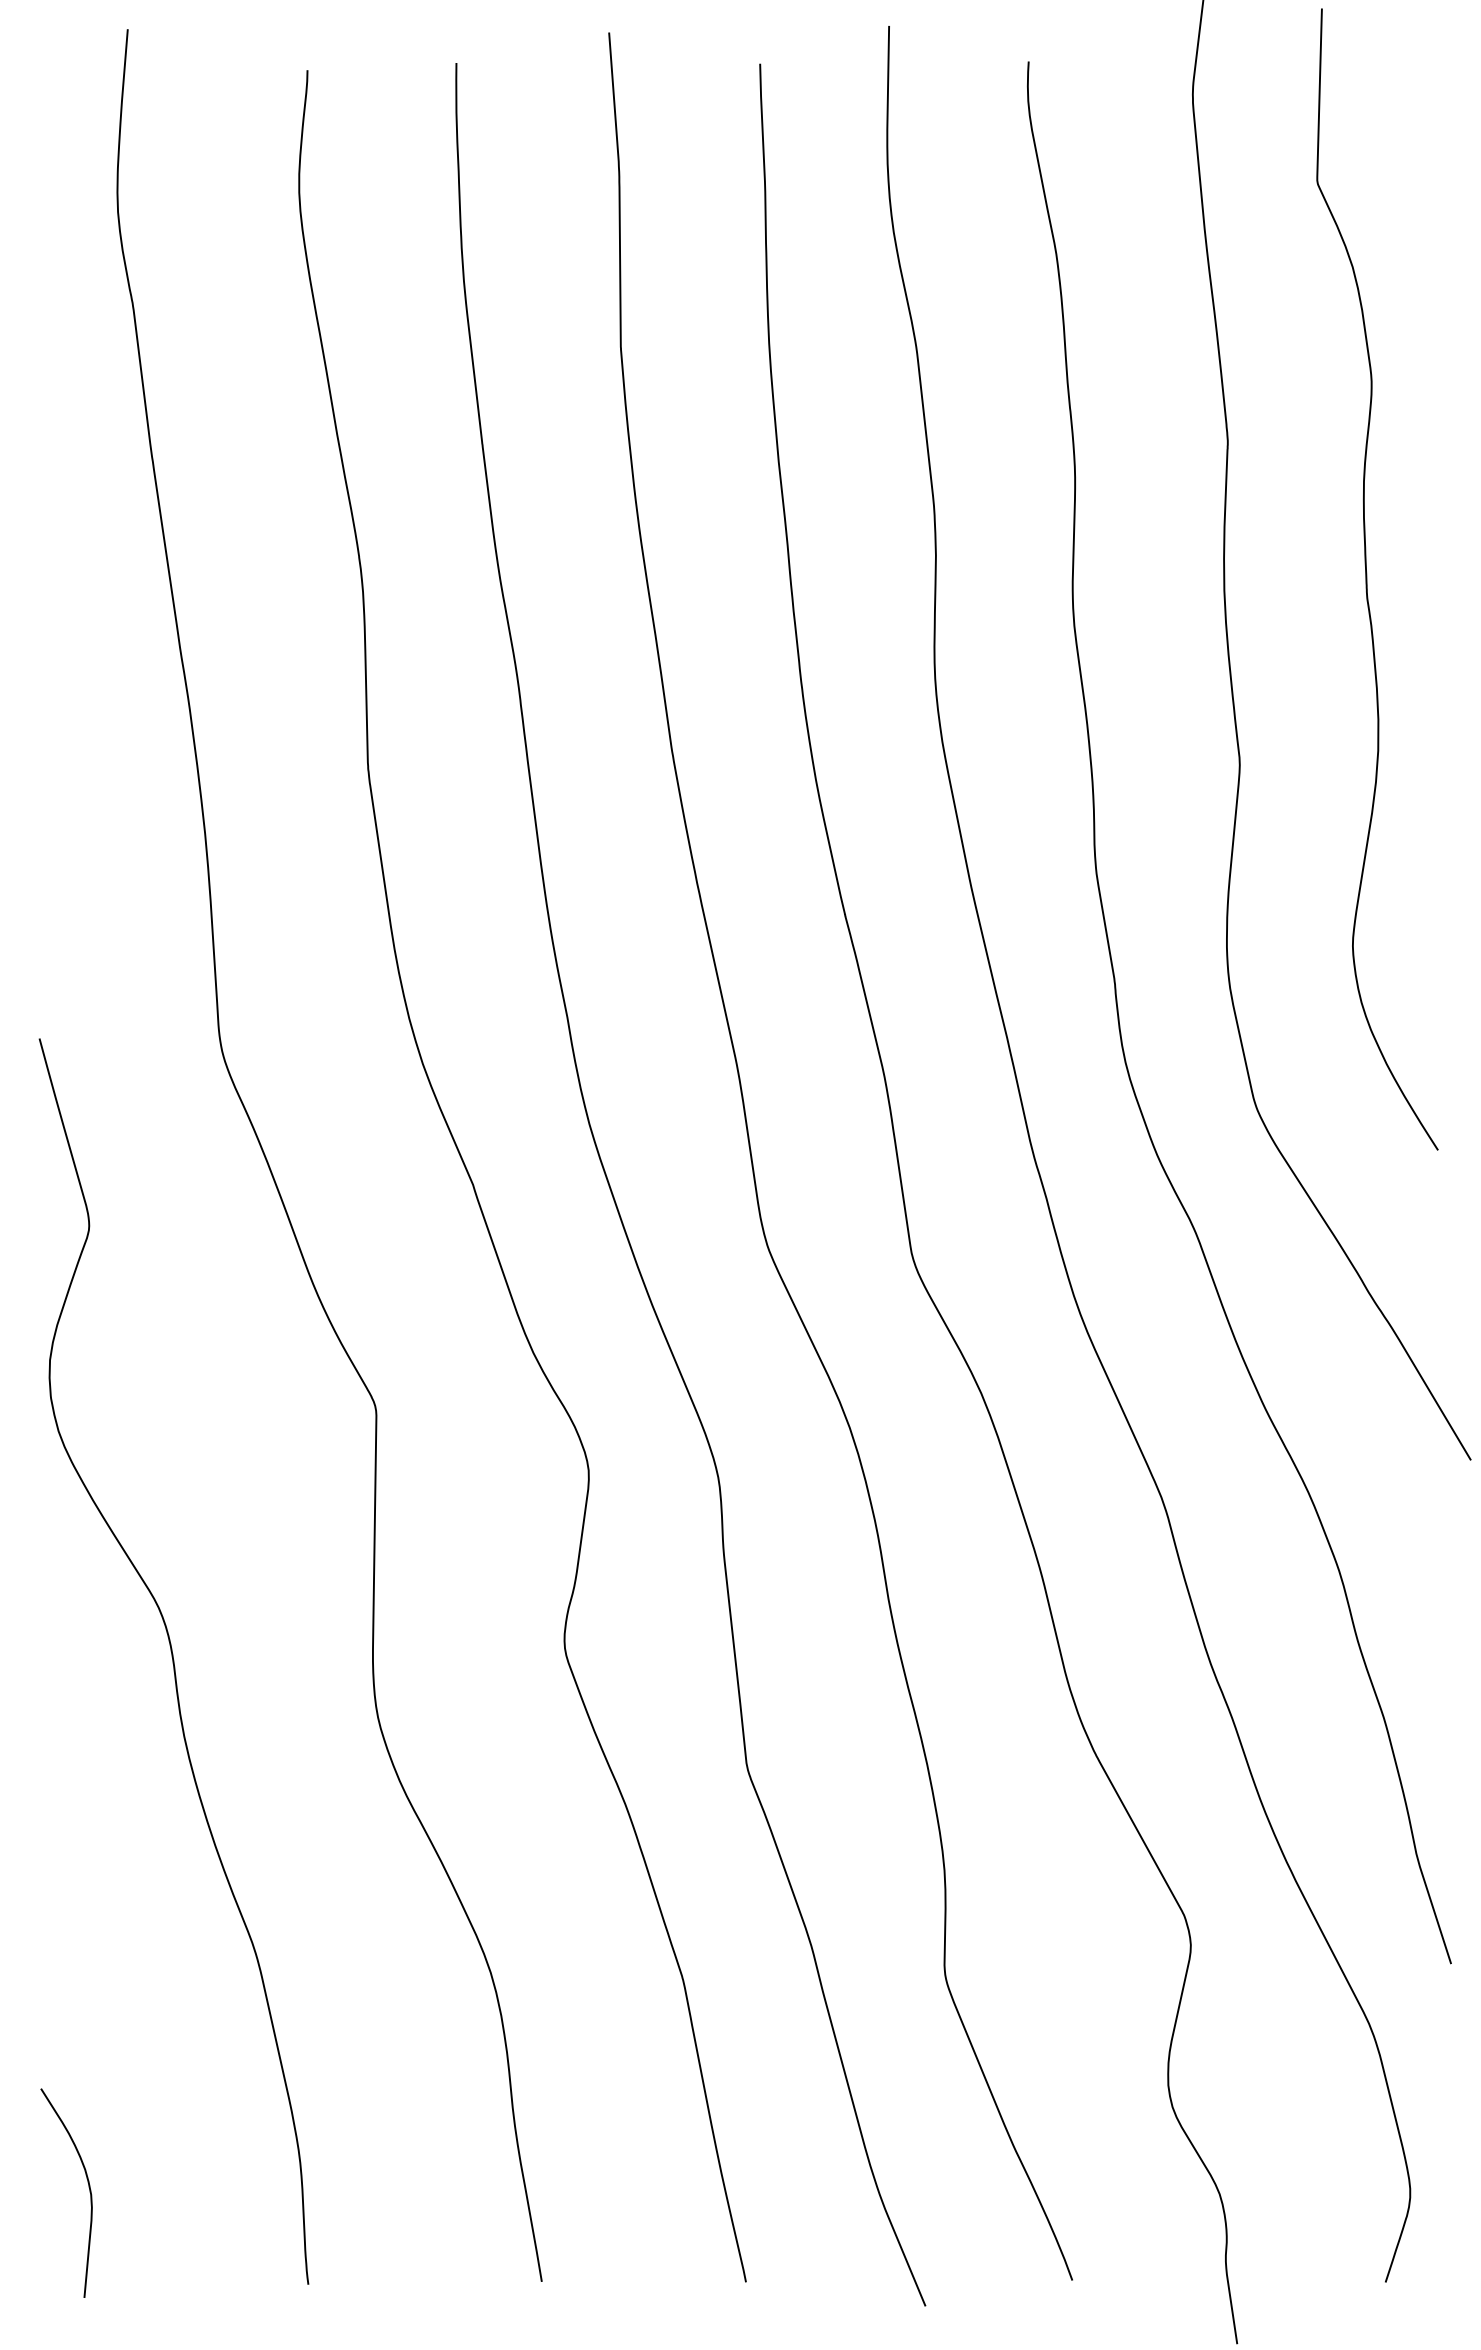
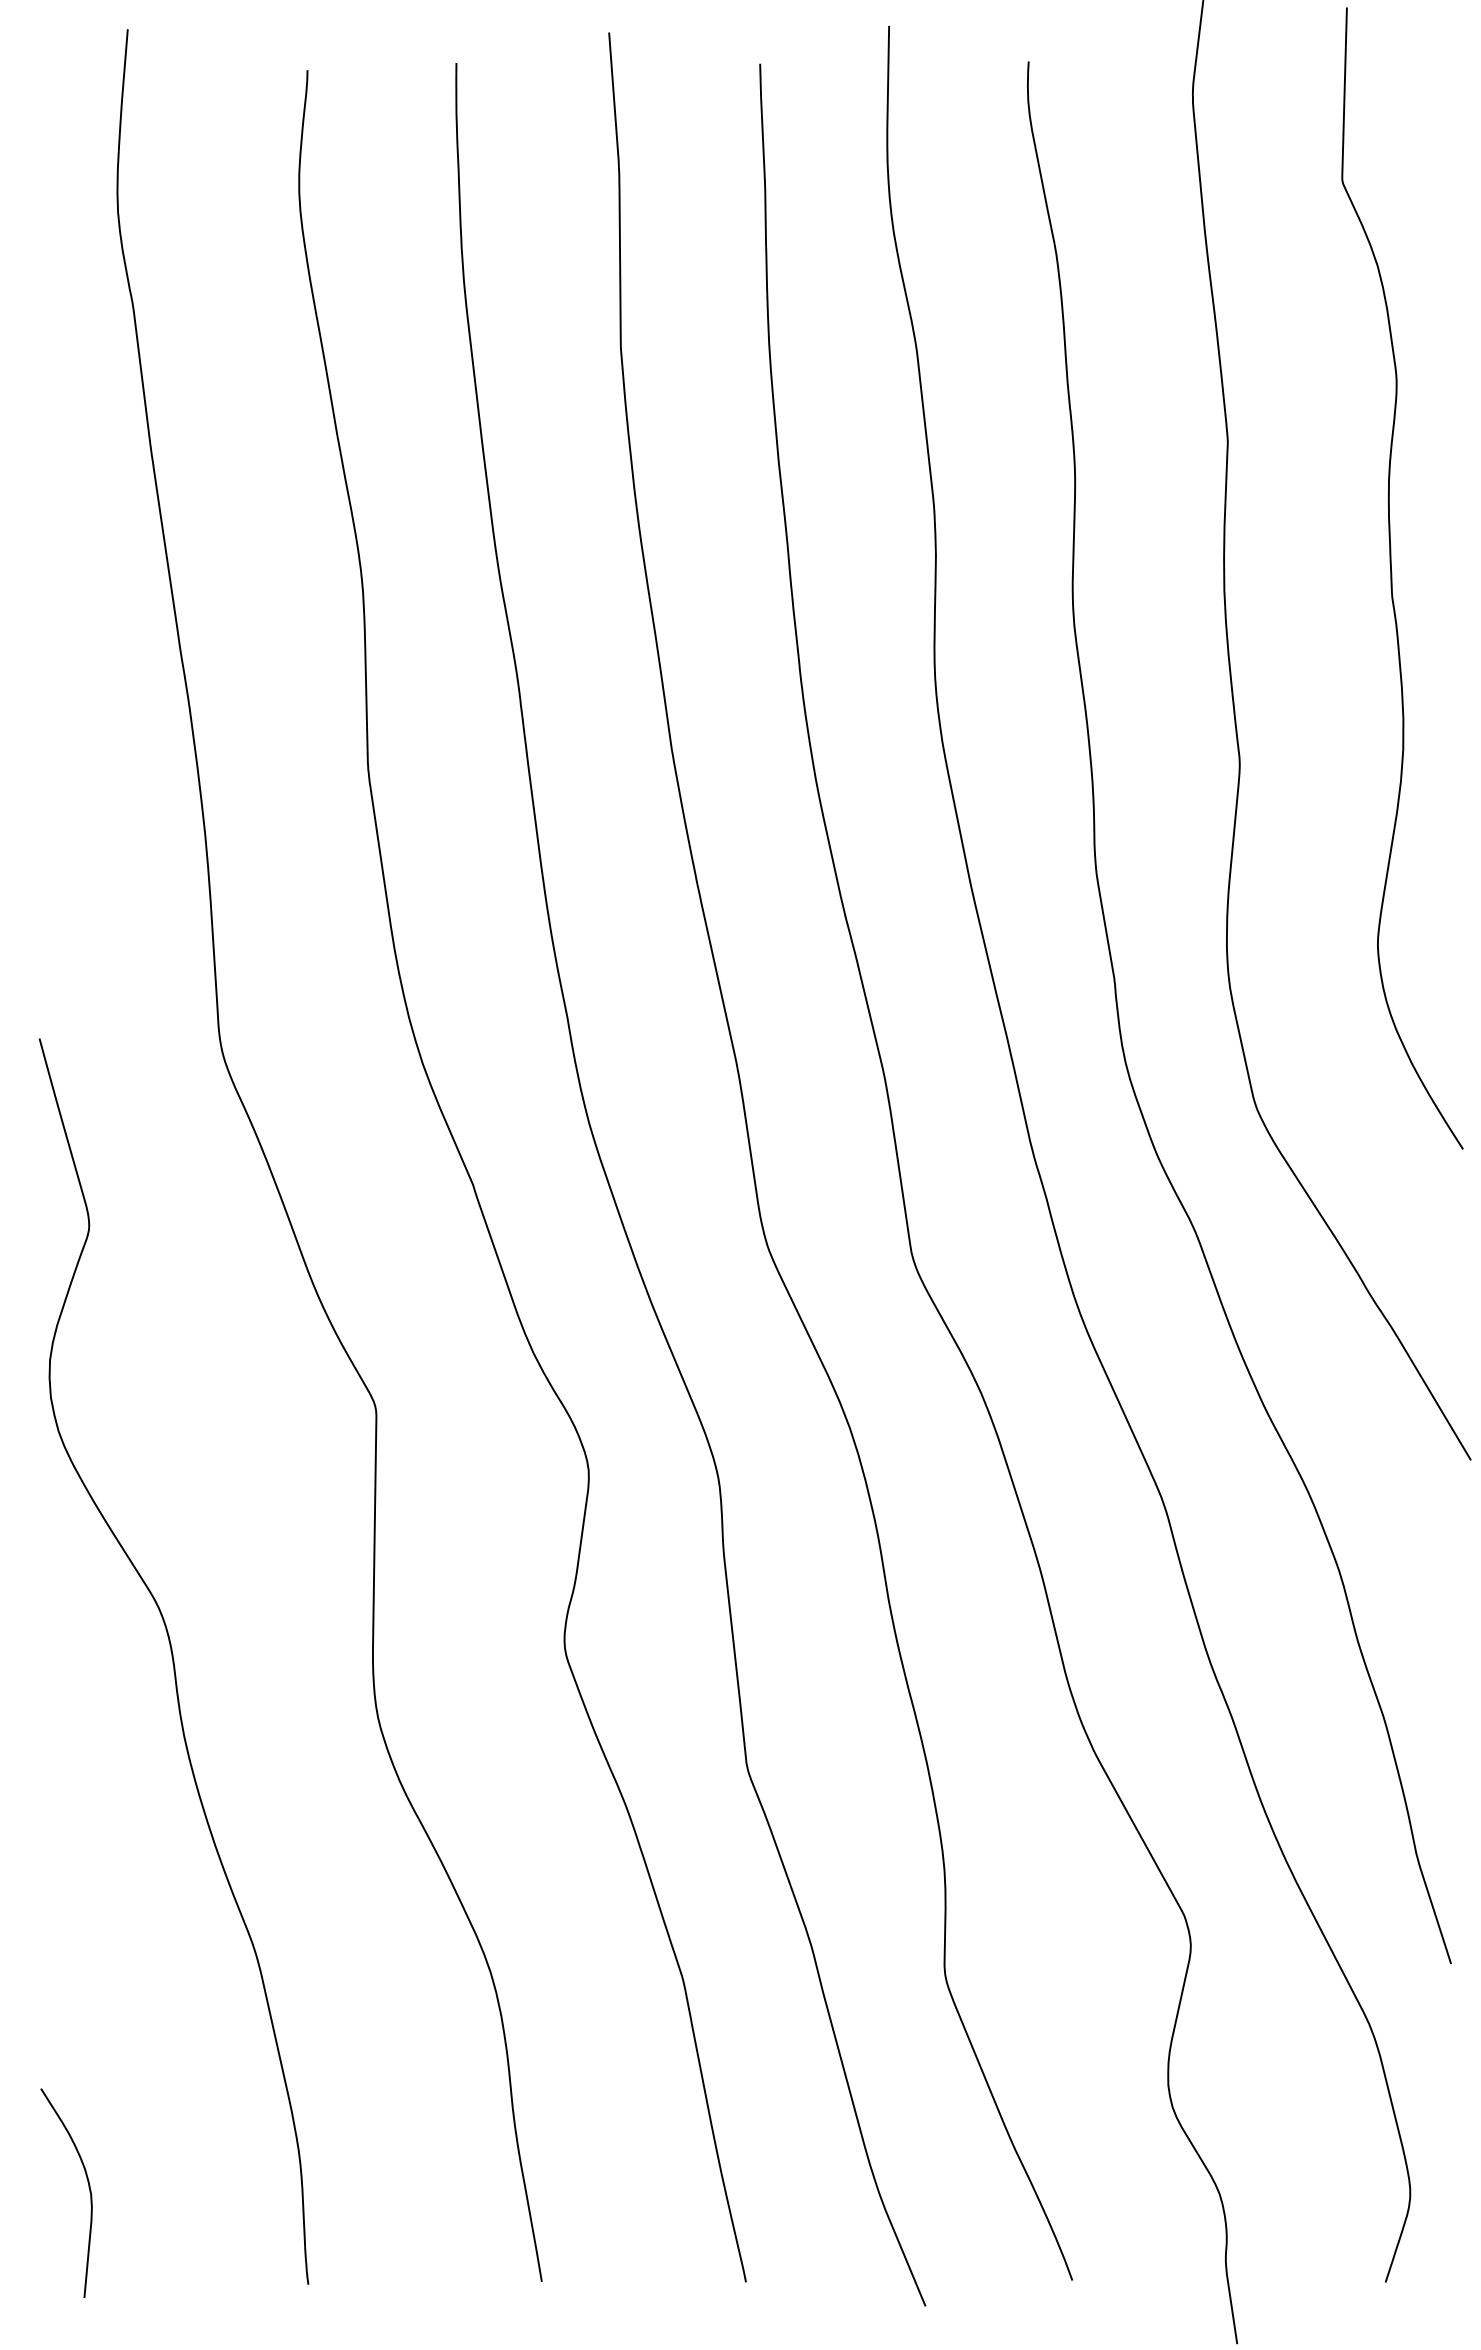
curve at (1367, 579) position: (1367, 579) -> (1392, 578)
